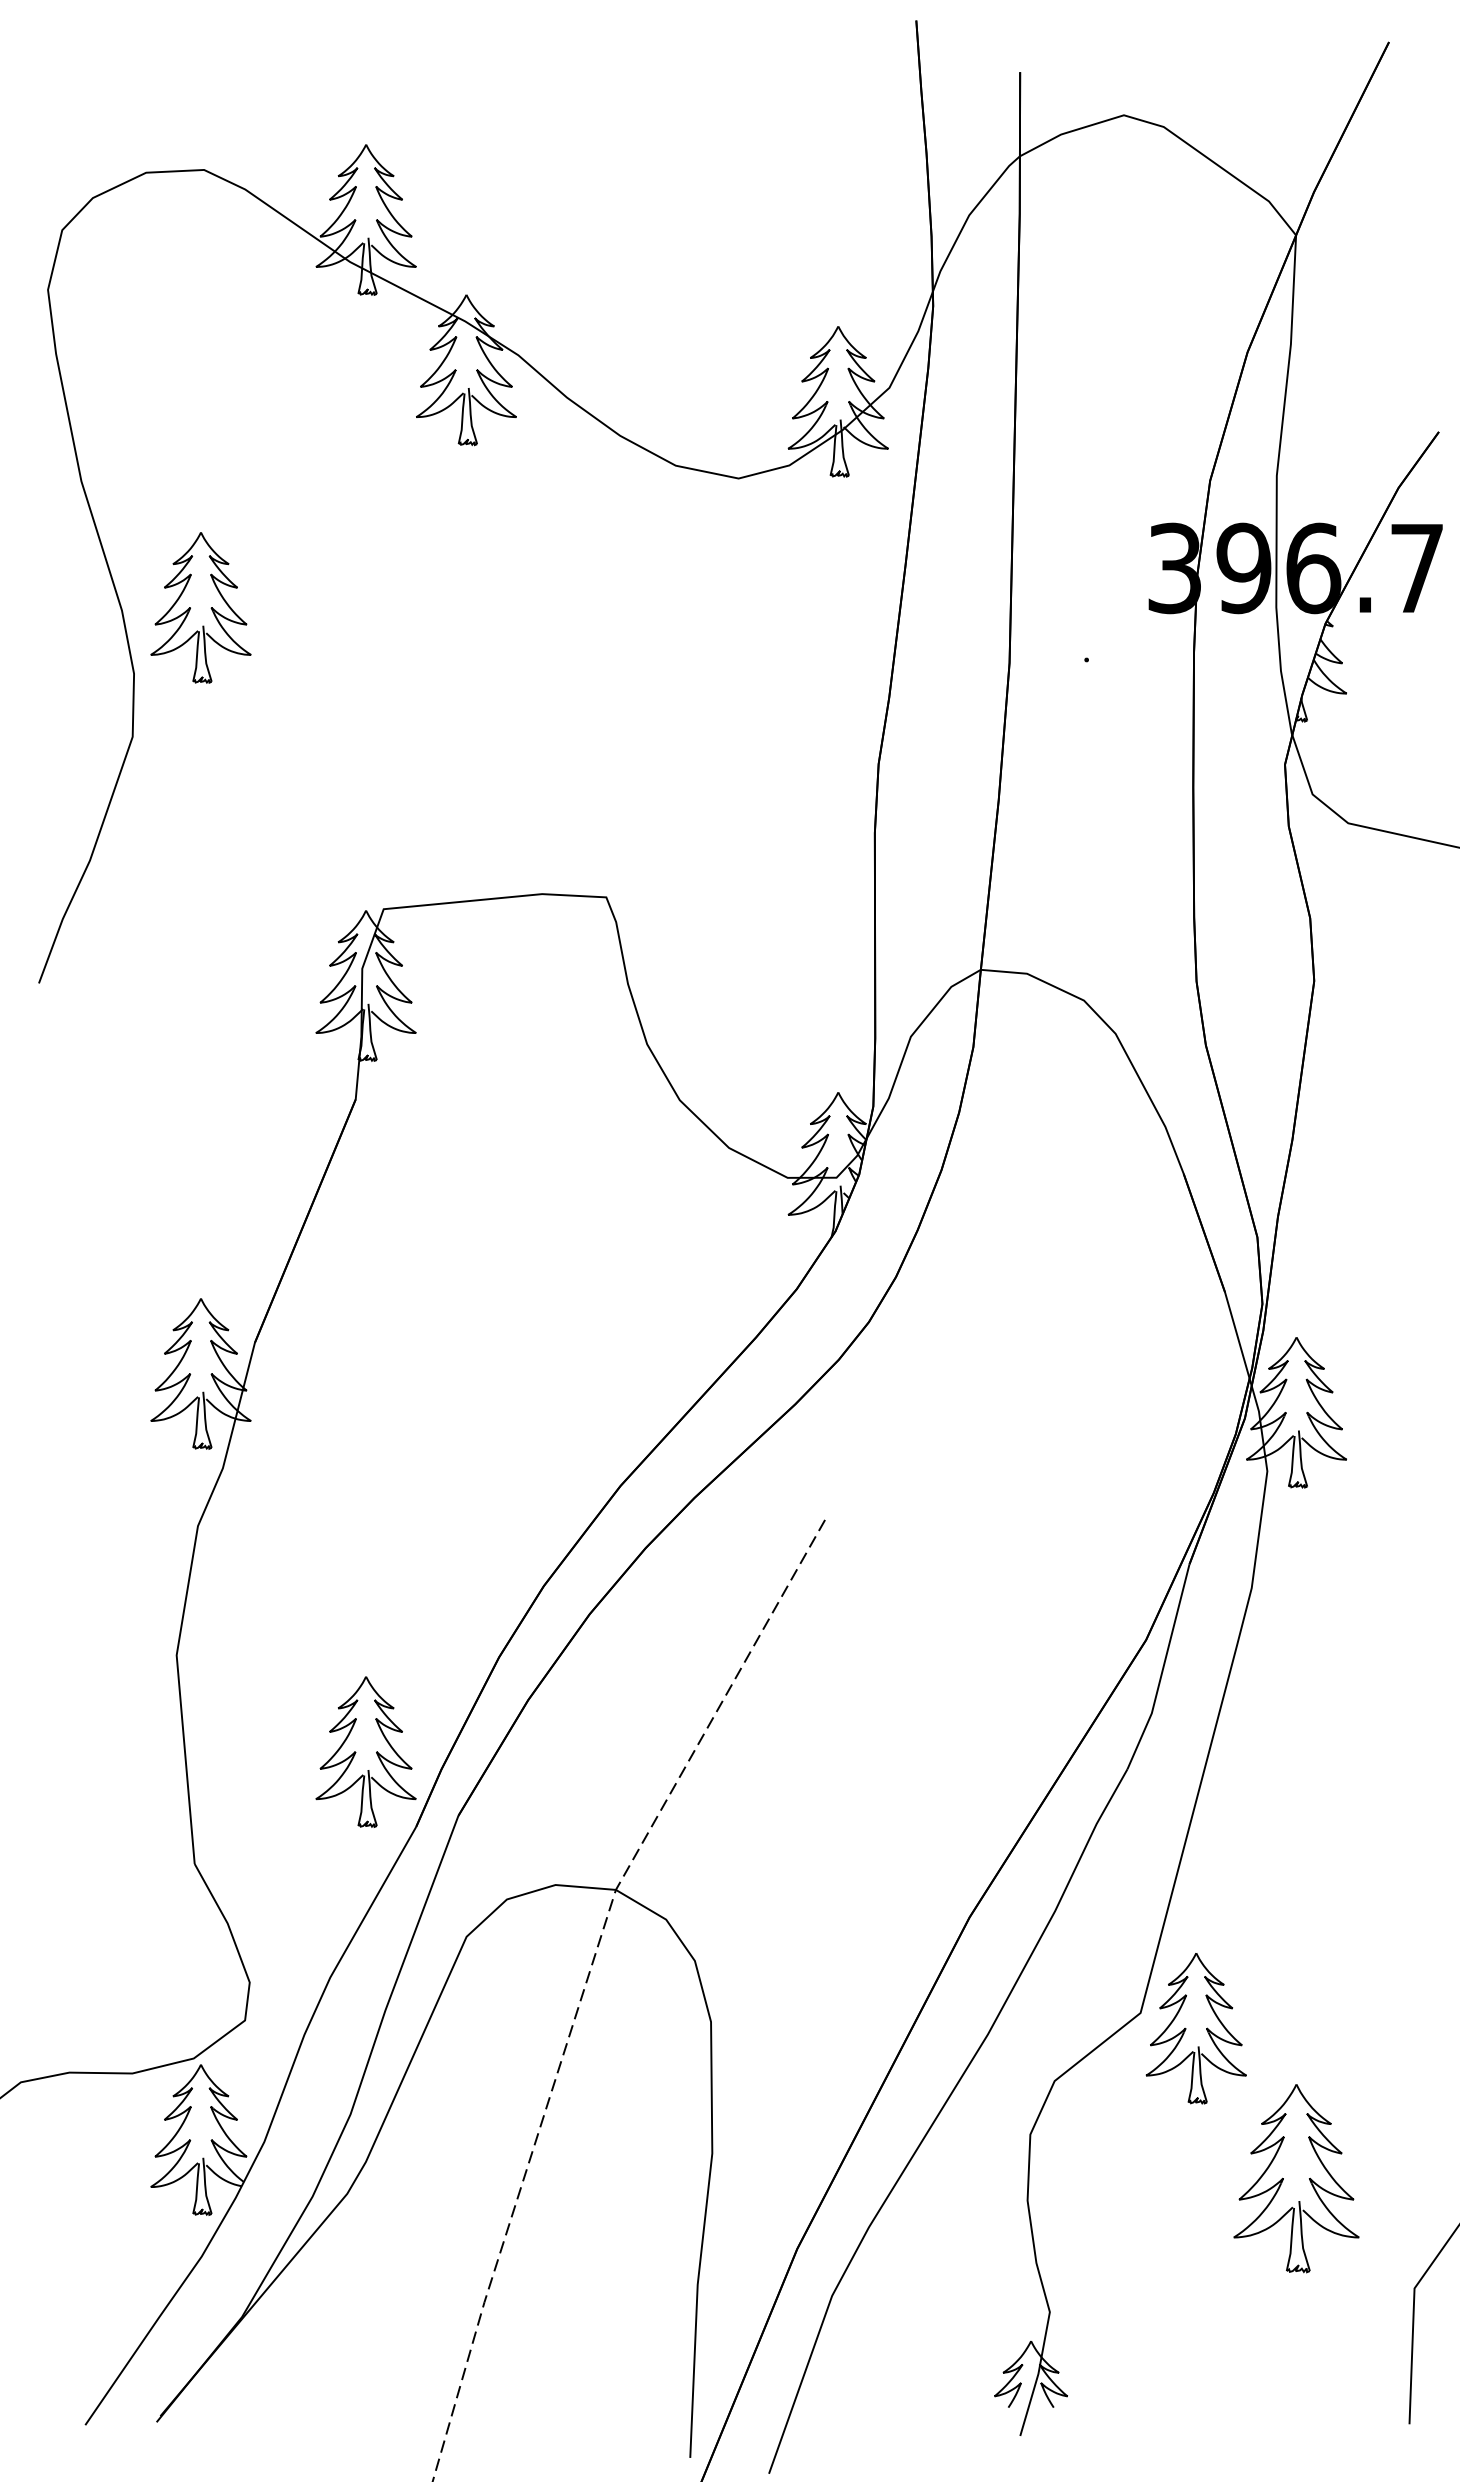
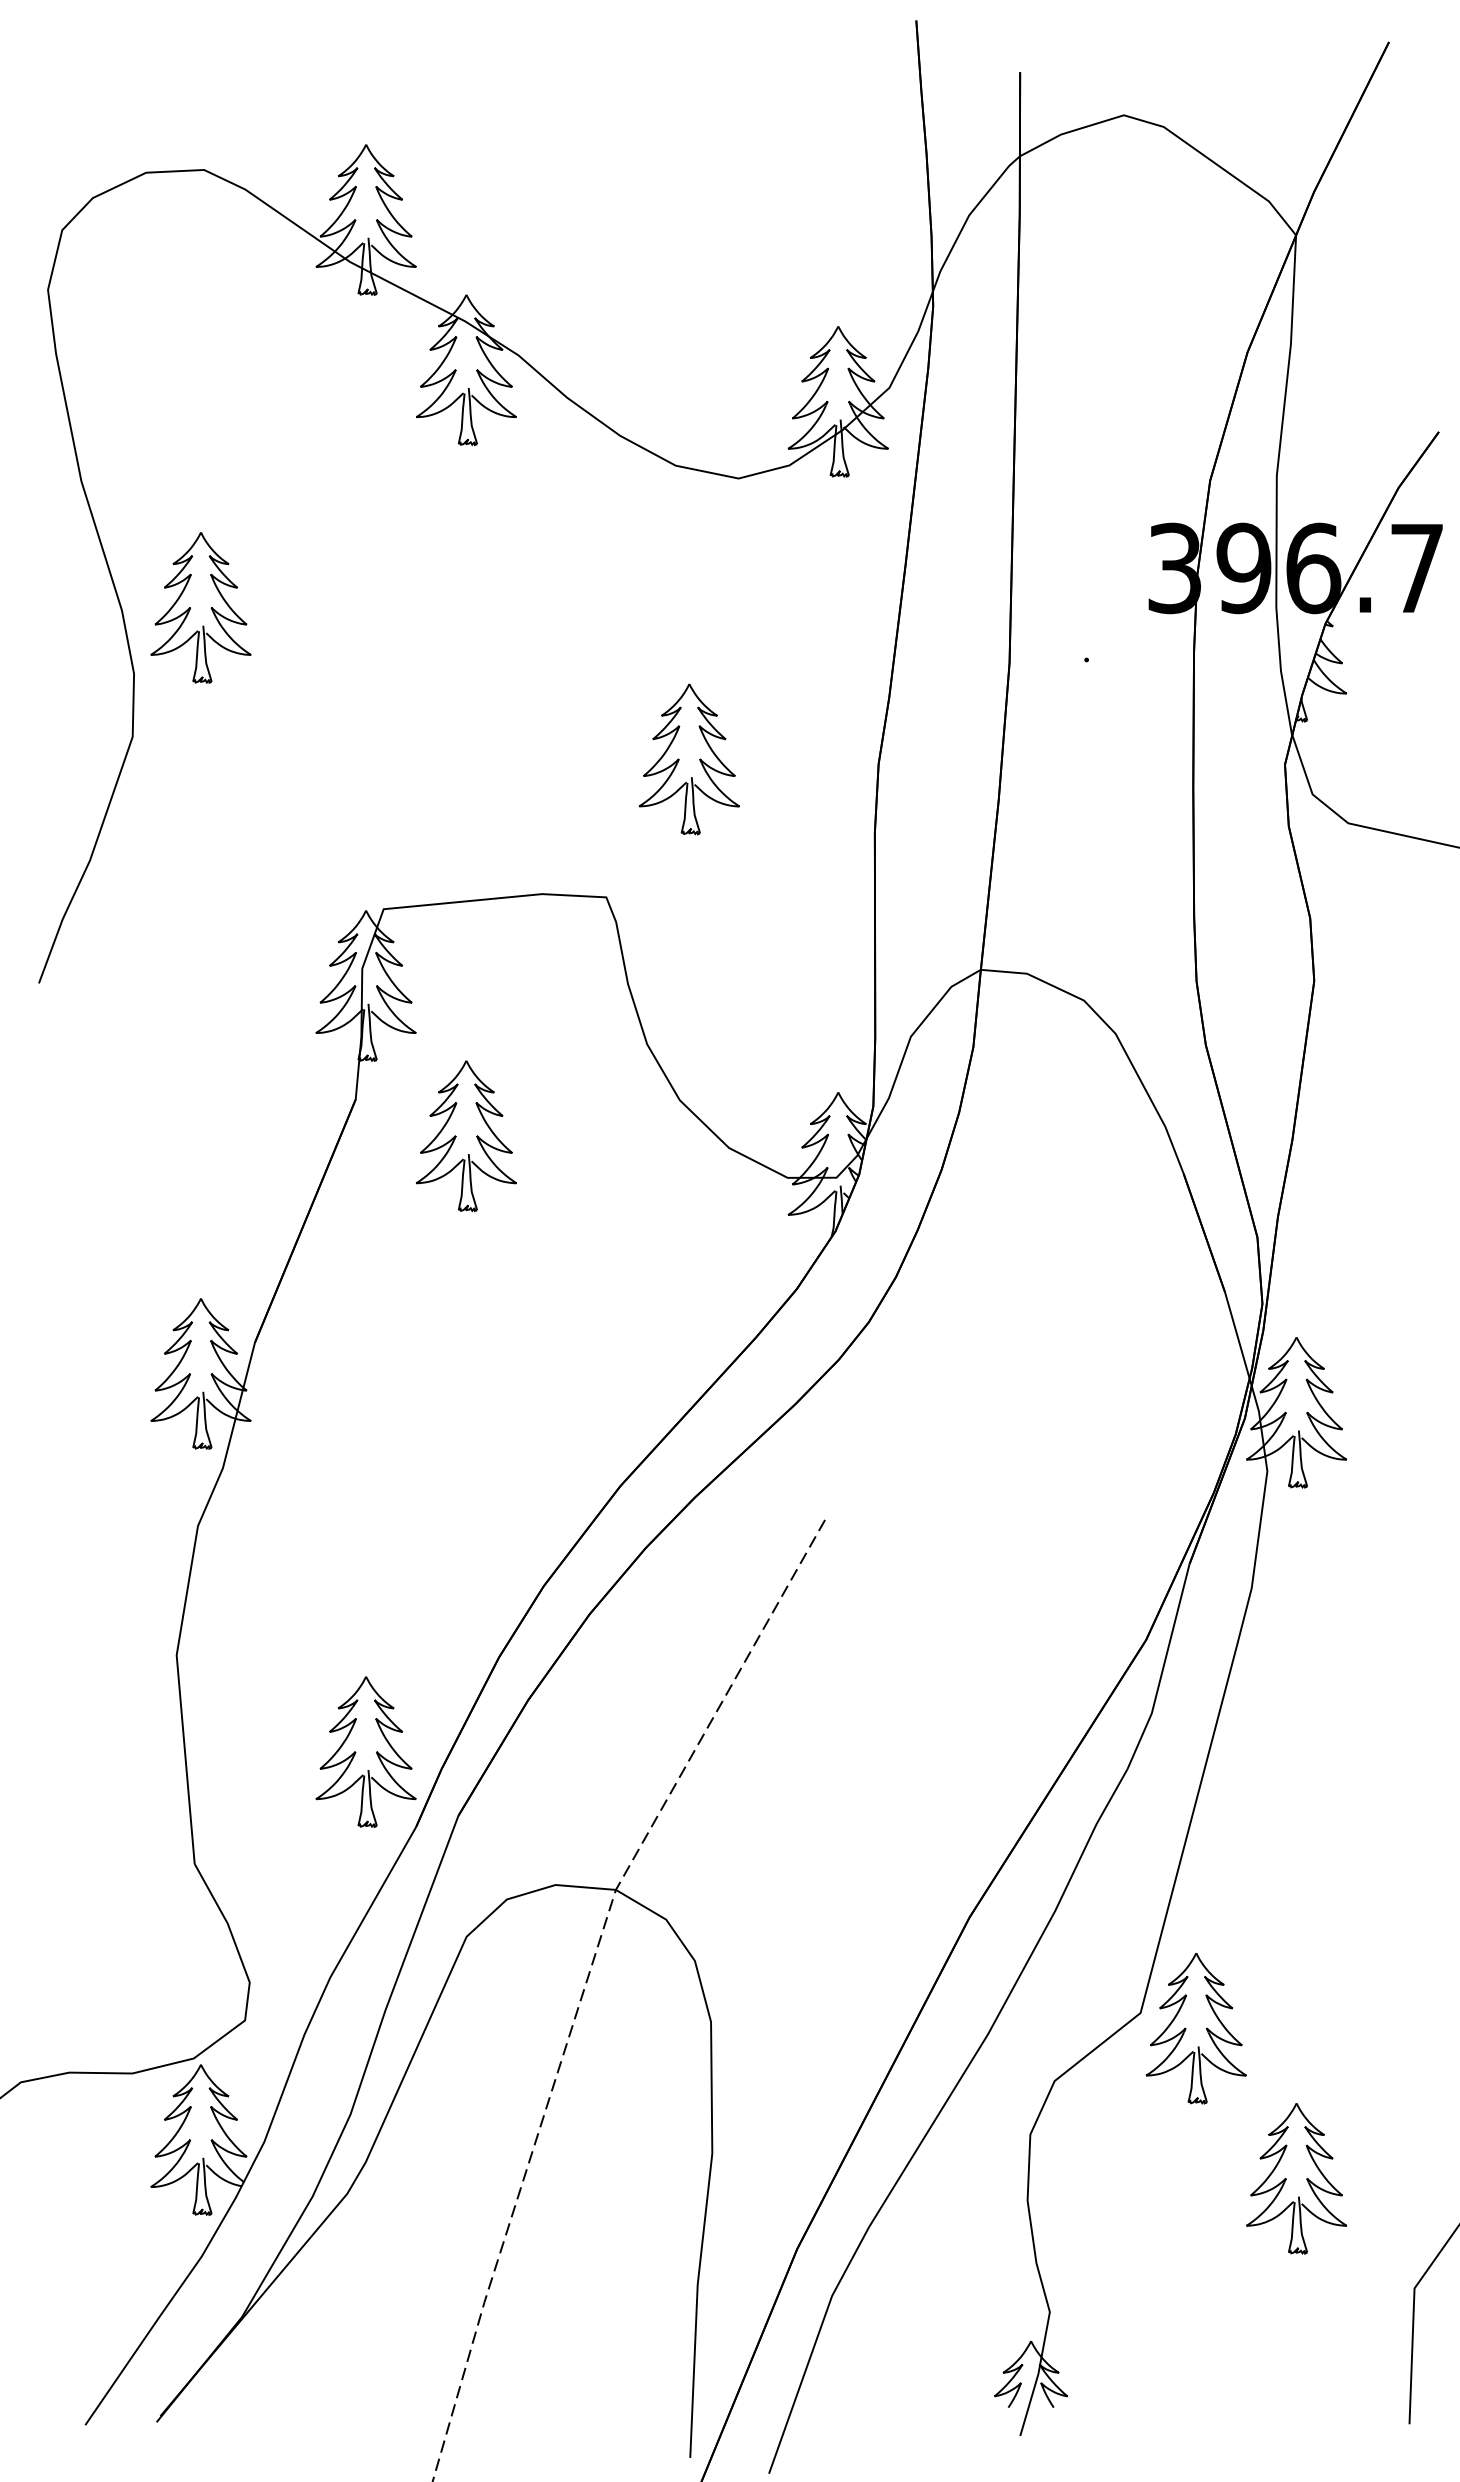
part at (689, 759): none -> present
part at (465, 1136): none -> present
part at (1296, 2178) size: 127x190 px -> 102x152 px
